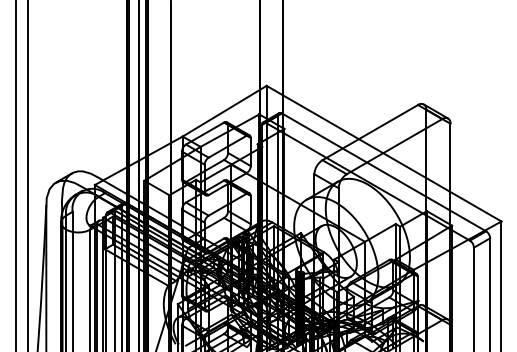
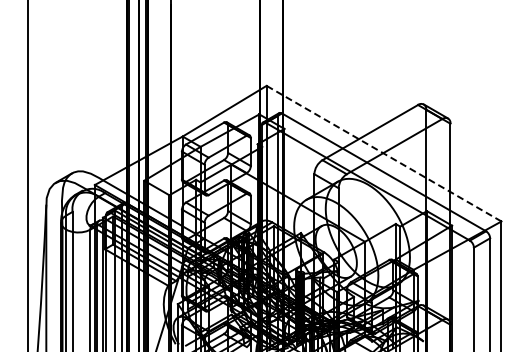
line at (384, 153): solid -> dashed
line at (15, 175): present -> none
